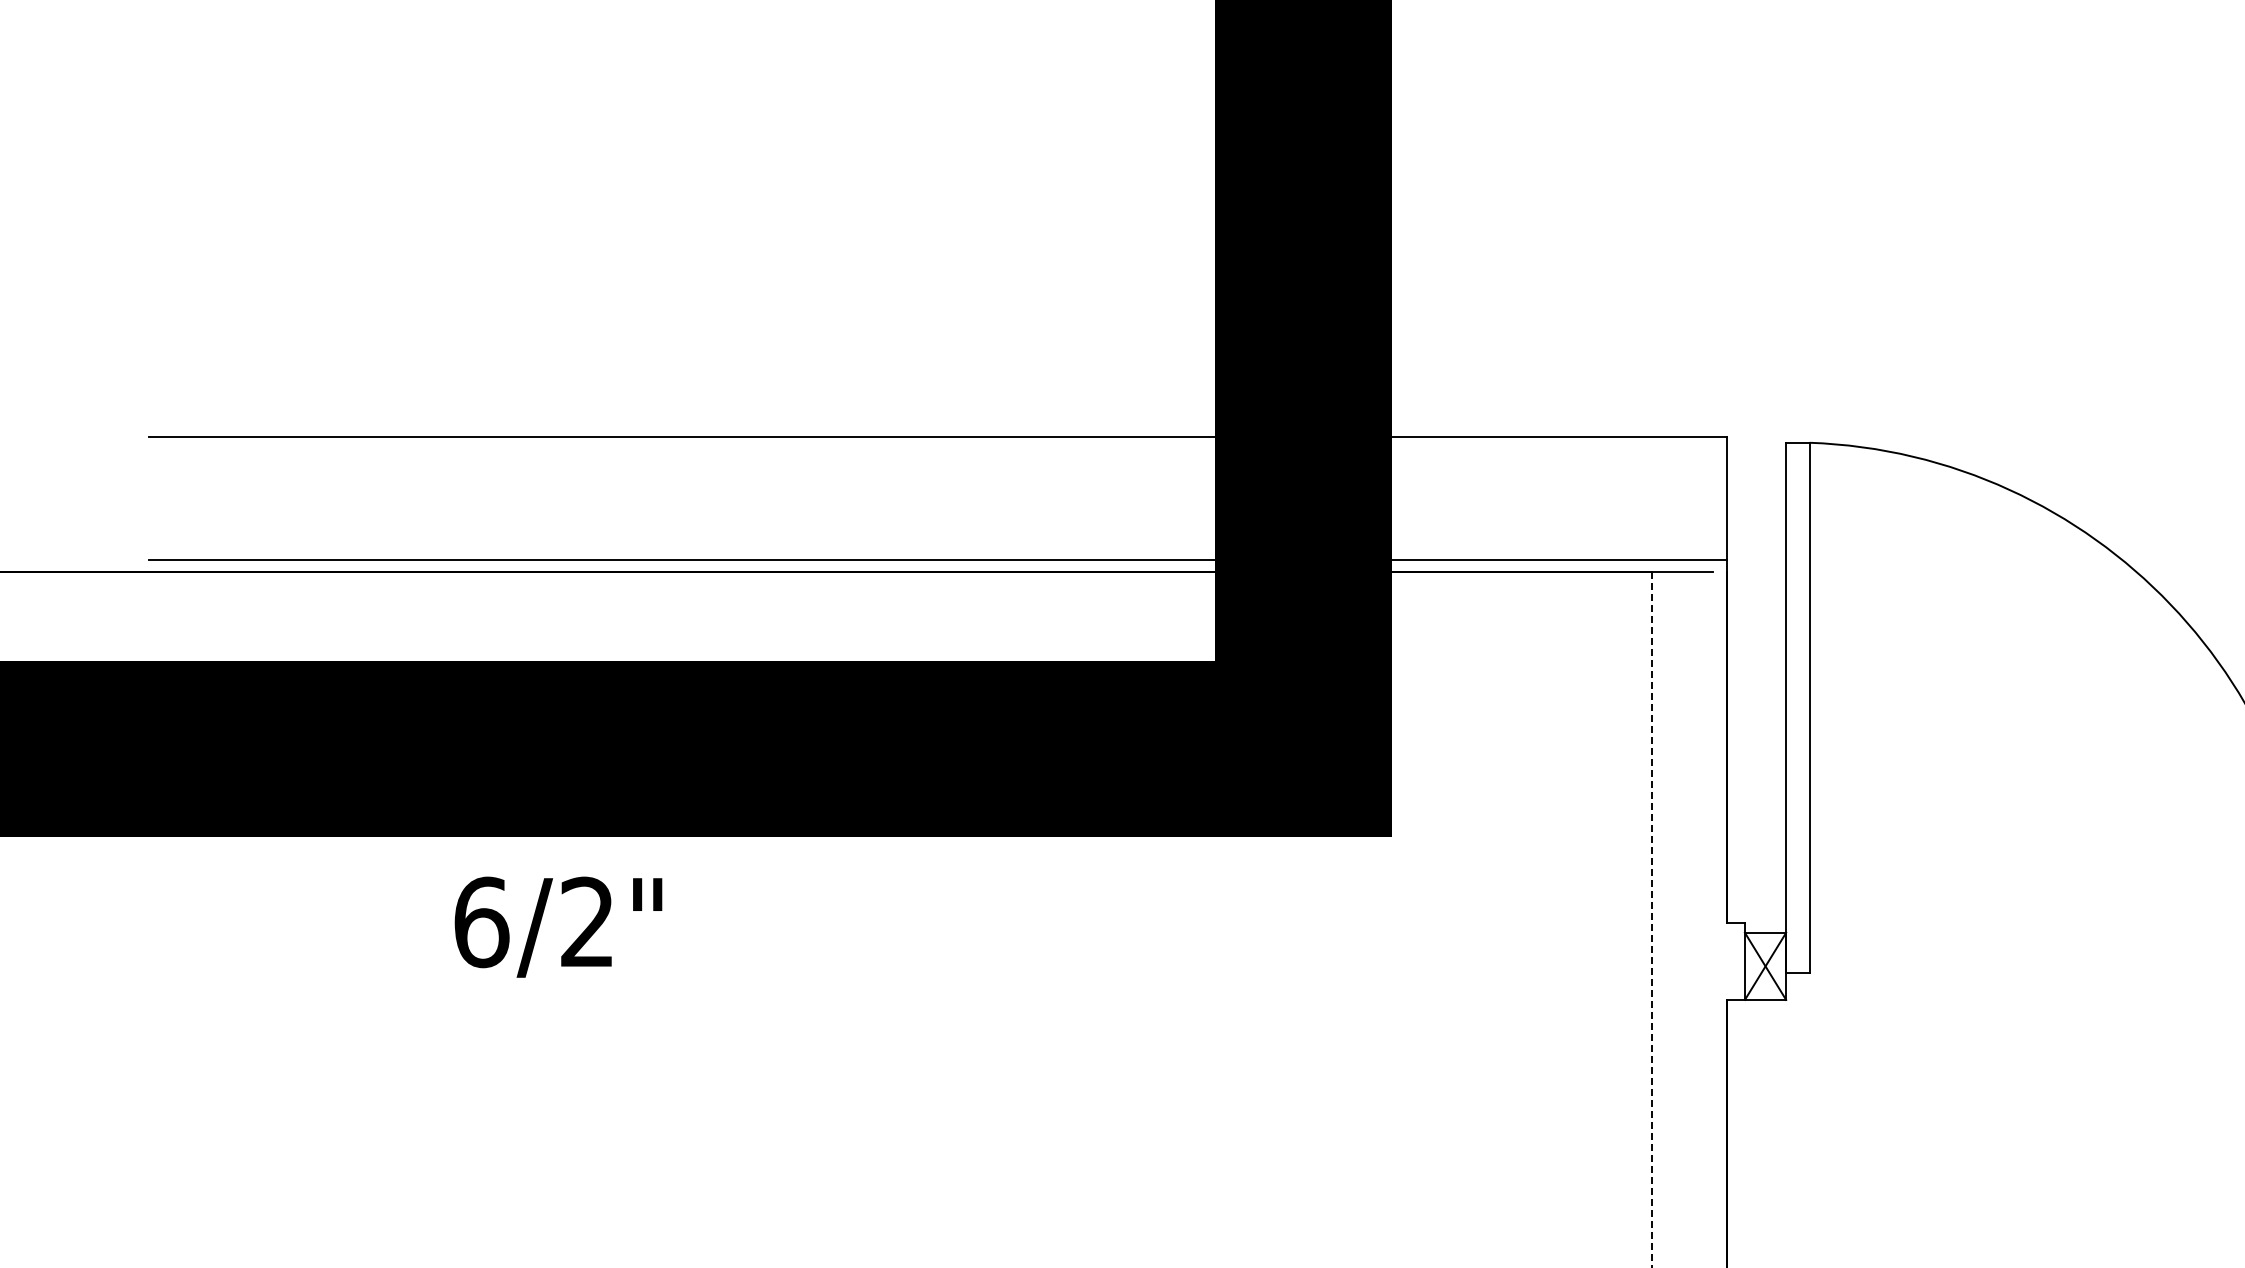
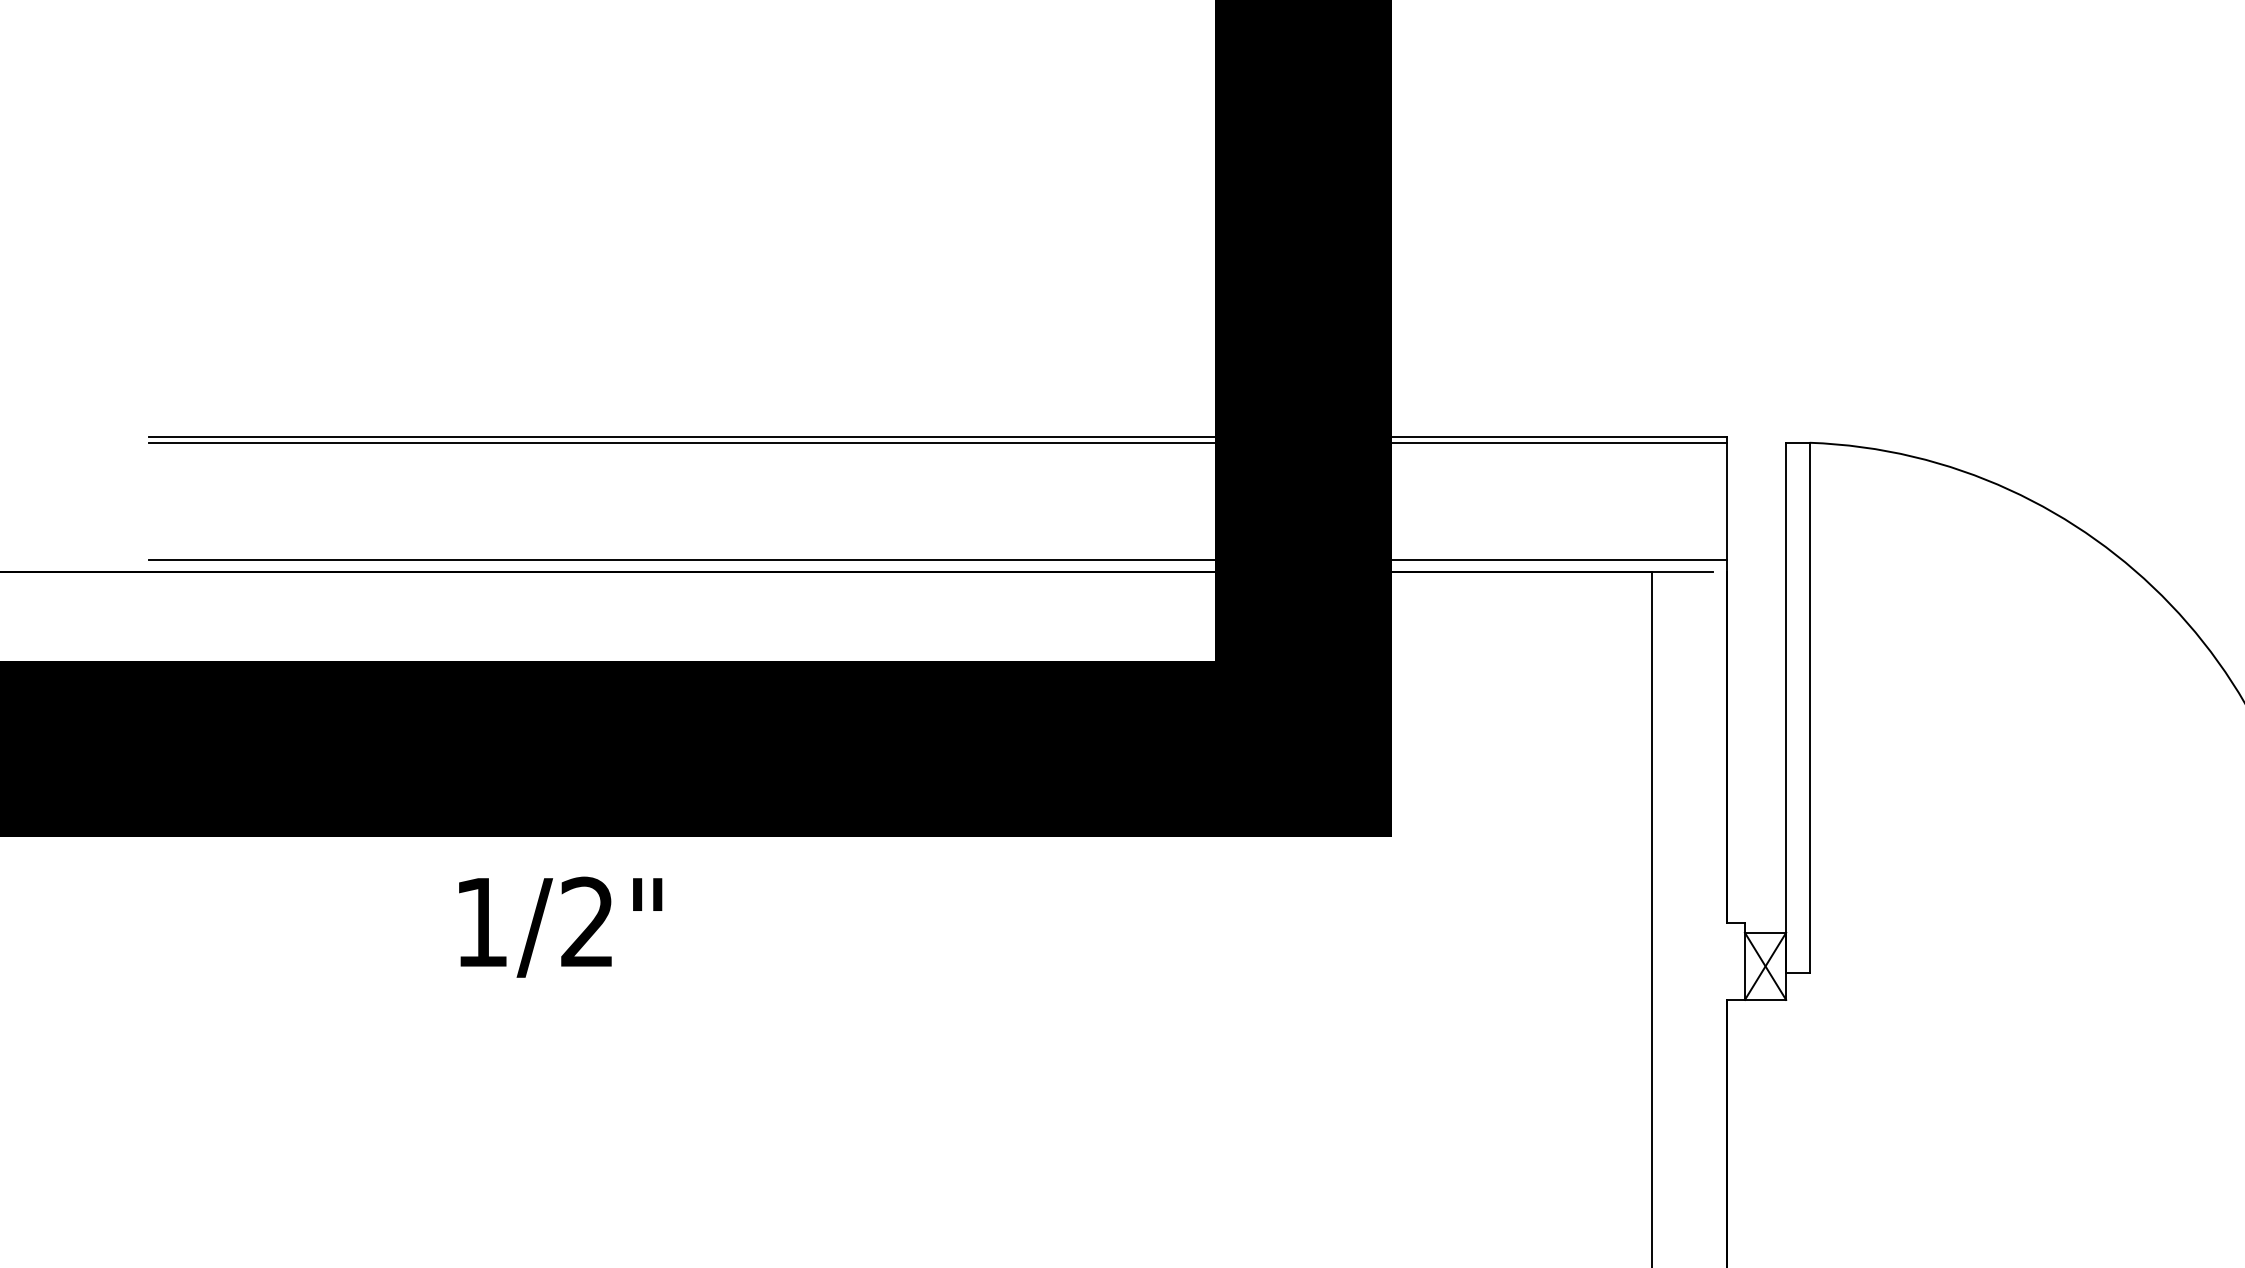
line at (937, 442): none -> present
line at (1652, 919): dashed -> solid
text at (481, 922): 6/2" -> 1/2"
